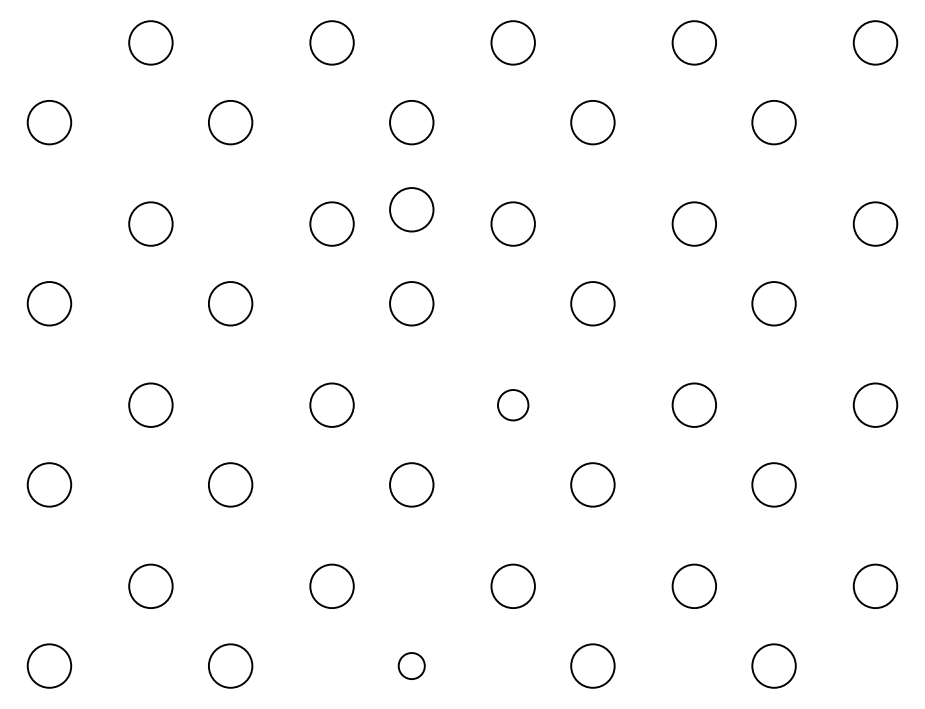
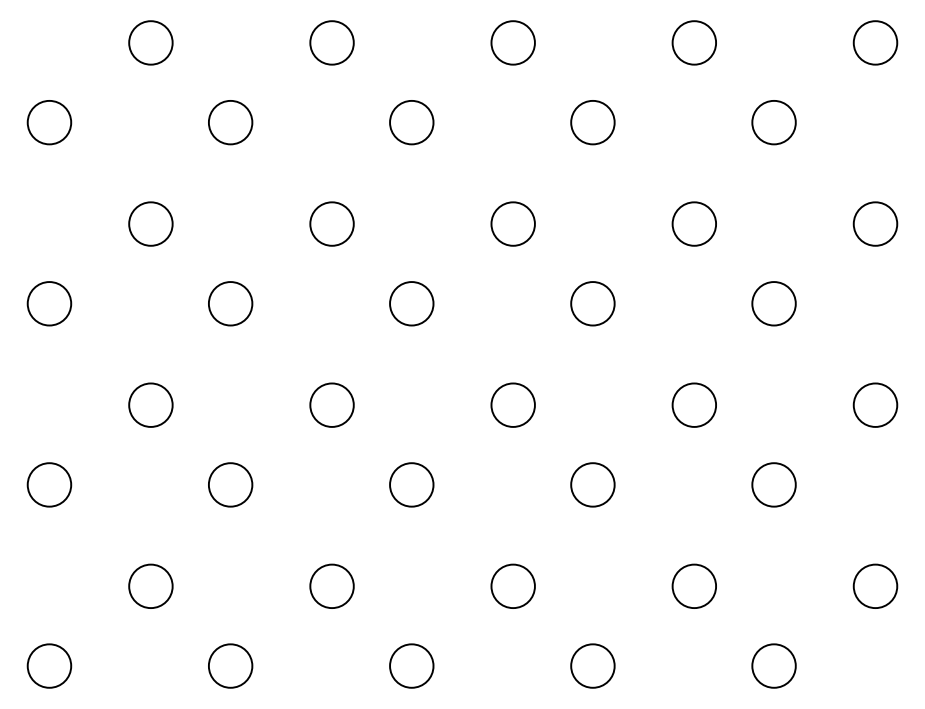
circle at (411, 209): present -> none
circle at (513, 405) diameter: 30 px -> 43 px
circle at (411, 666) diameter: 26 px -> 43 px
